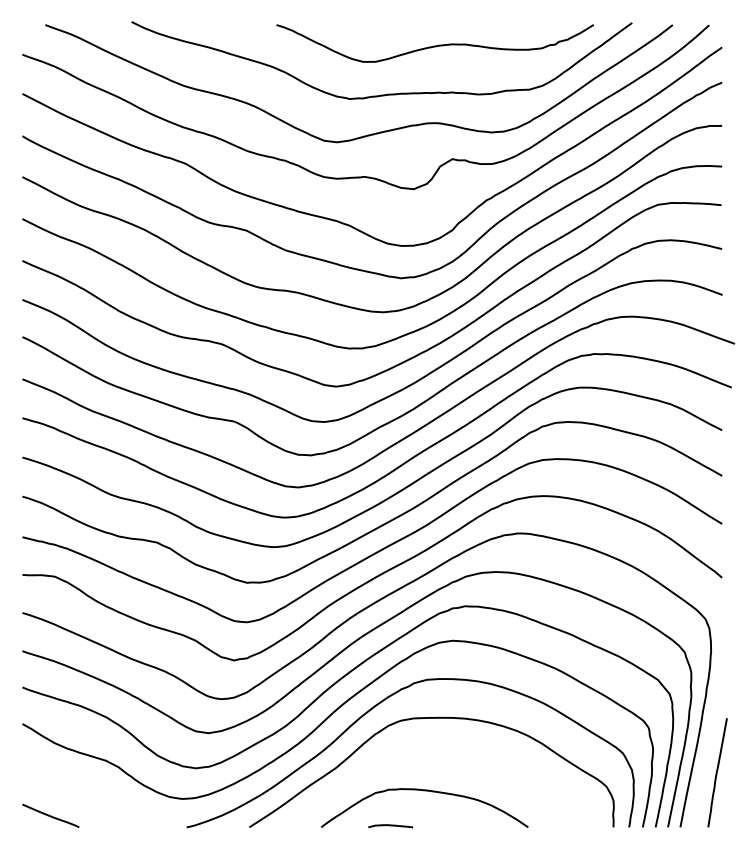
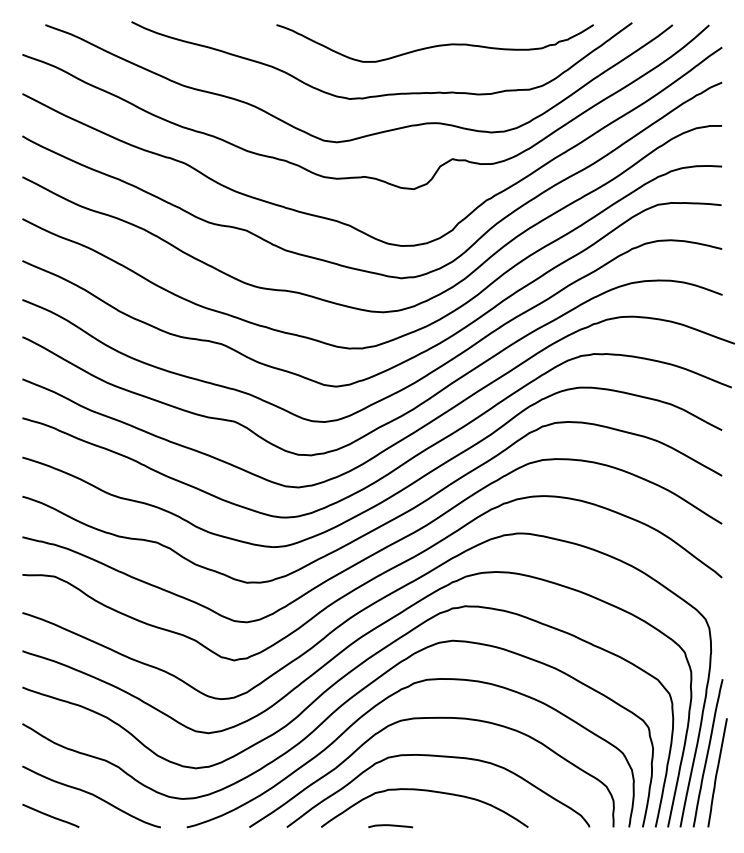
line at (707, 753): none -> present
curve at (440, 757): none -> present
curve at (91, 795): none -> present
